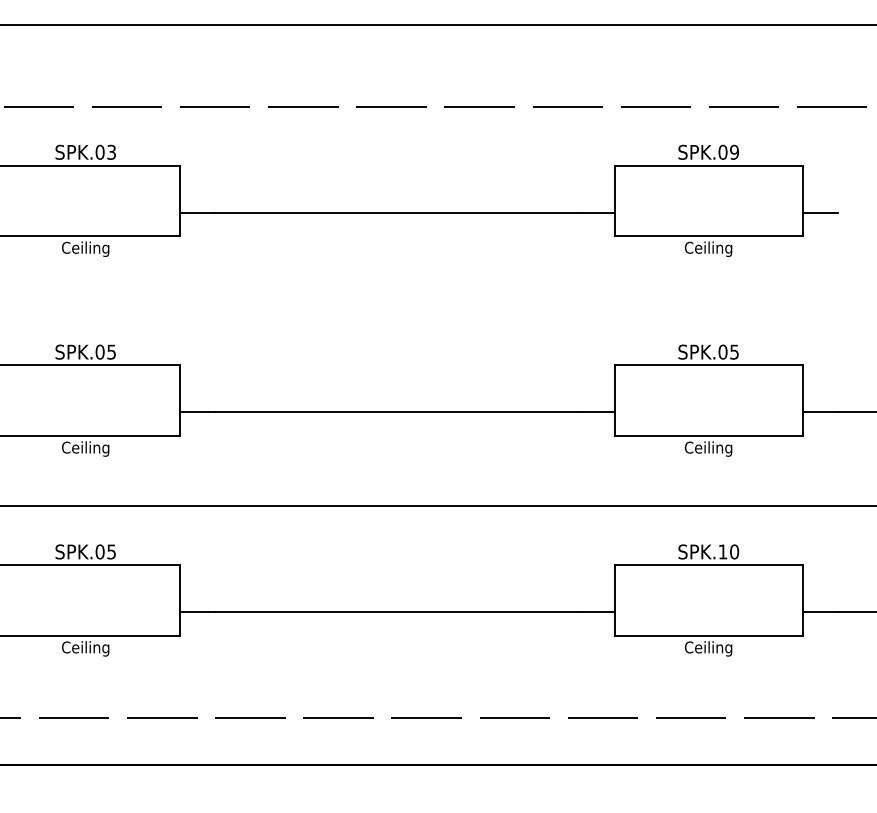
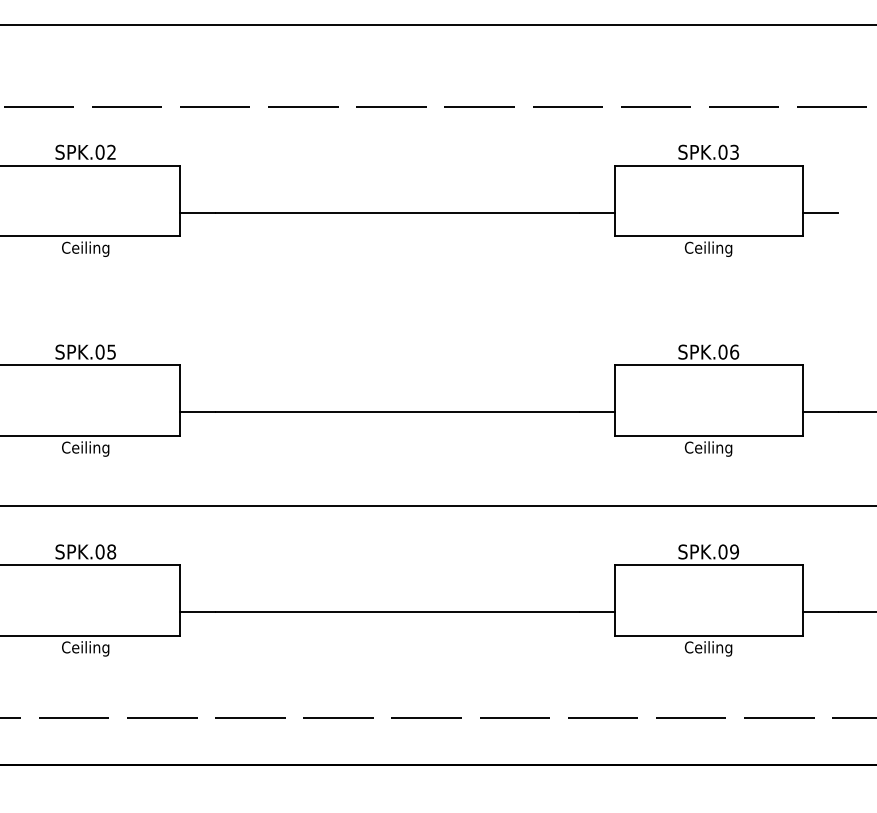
text at (111, 152): SPK.03 -> SPK.02
text at (734, 152): SPK.09 -> SPK.03
text at (734, 351): SPK.05 -> SPK.06
text at (111, 551): SPK.05 -> SPK.08
text at (728, 551): SPK.10 -> SPK.09
